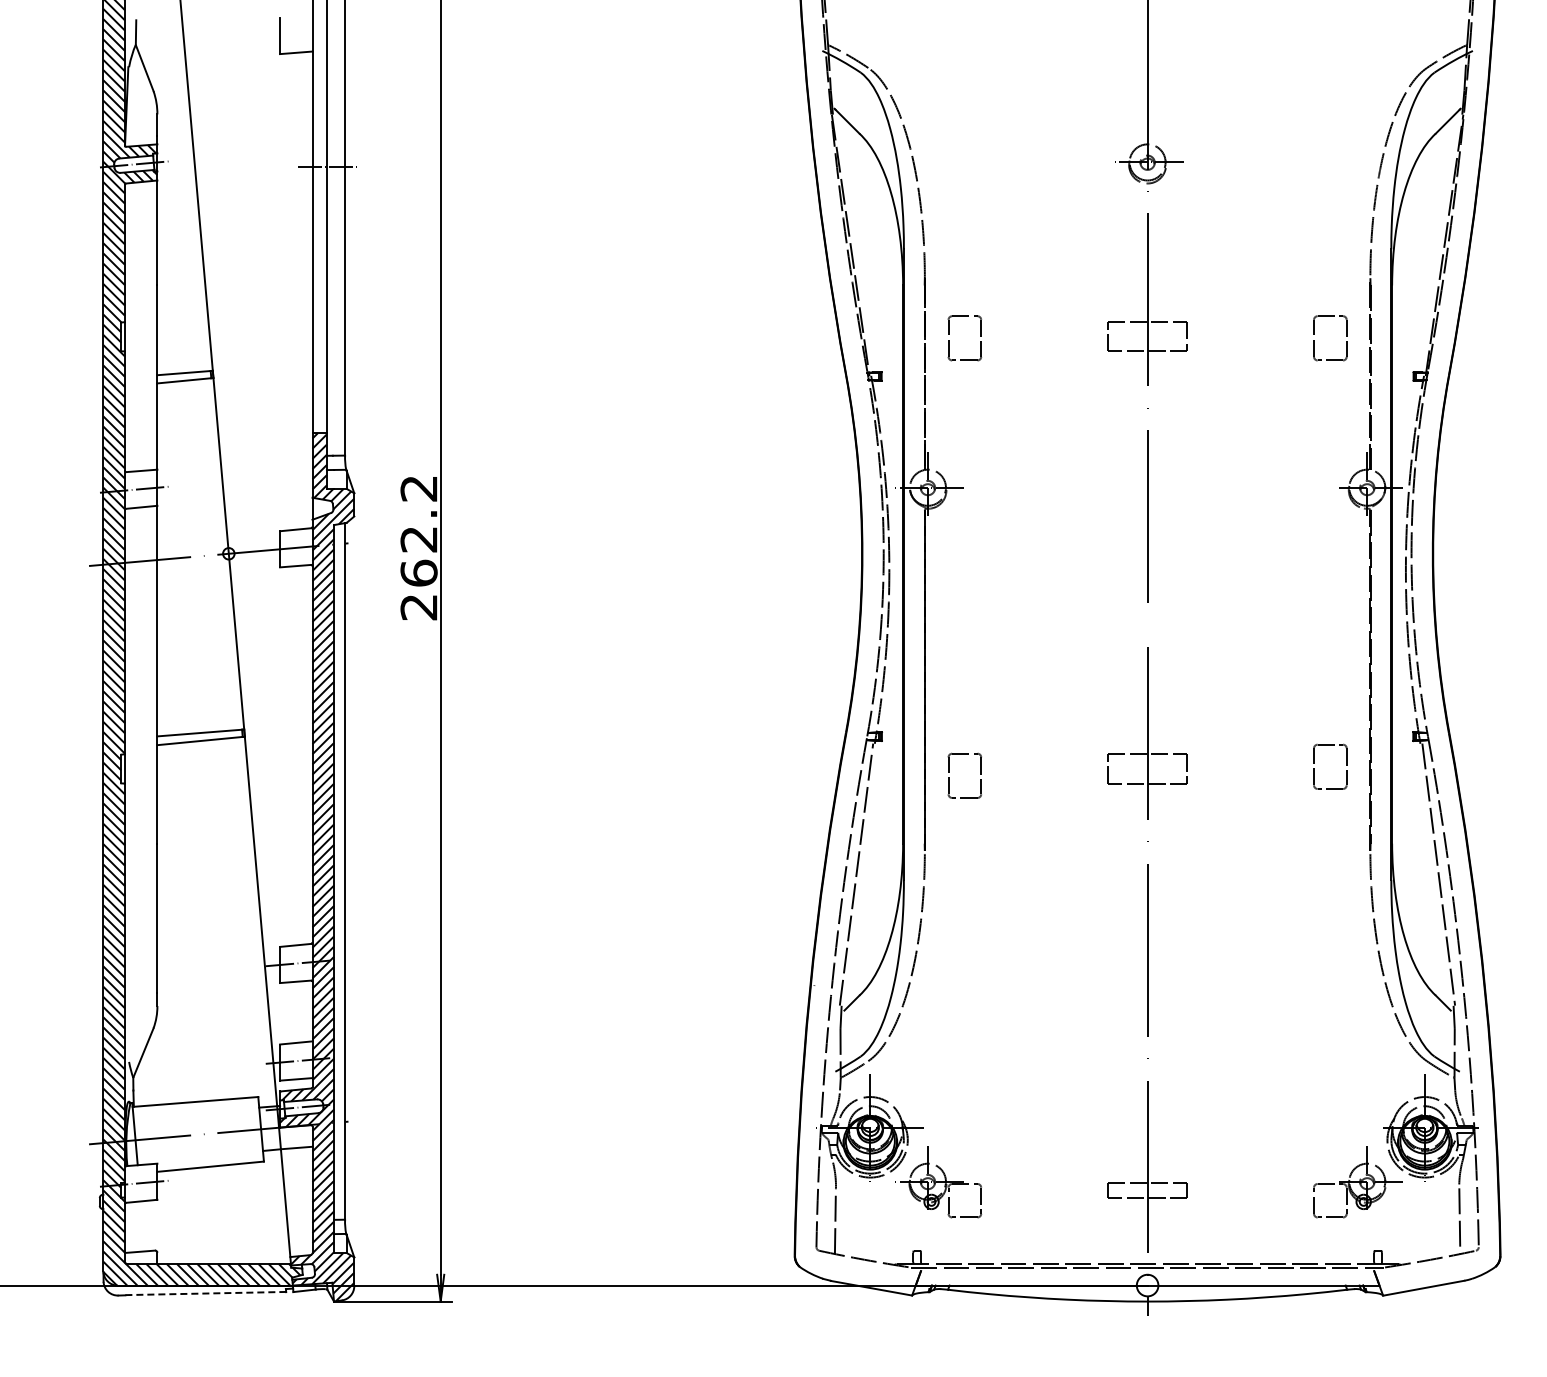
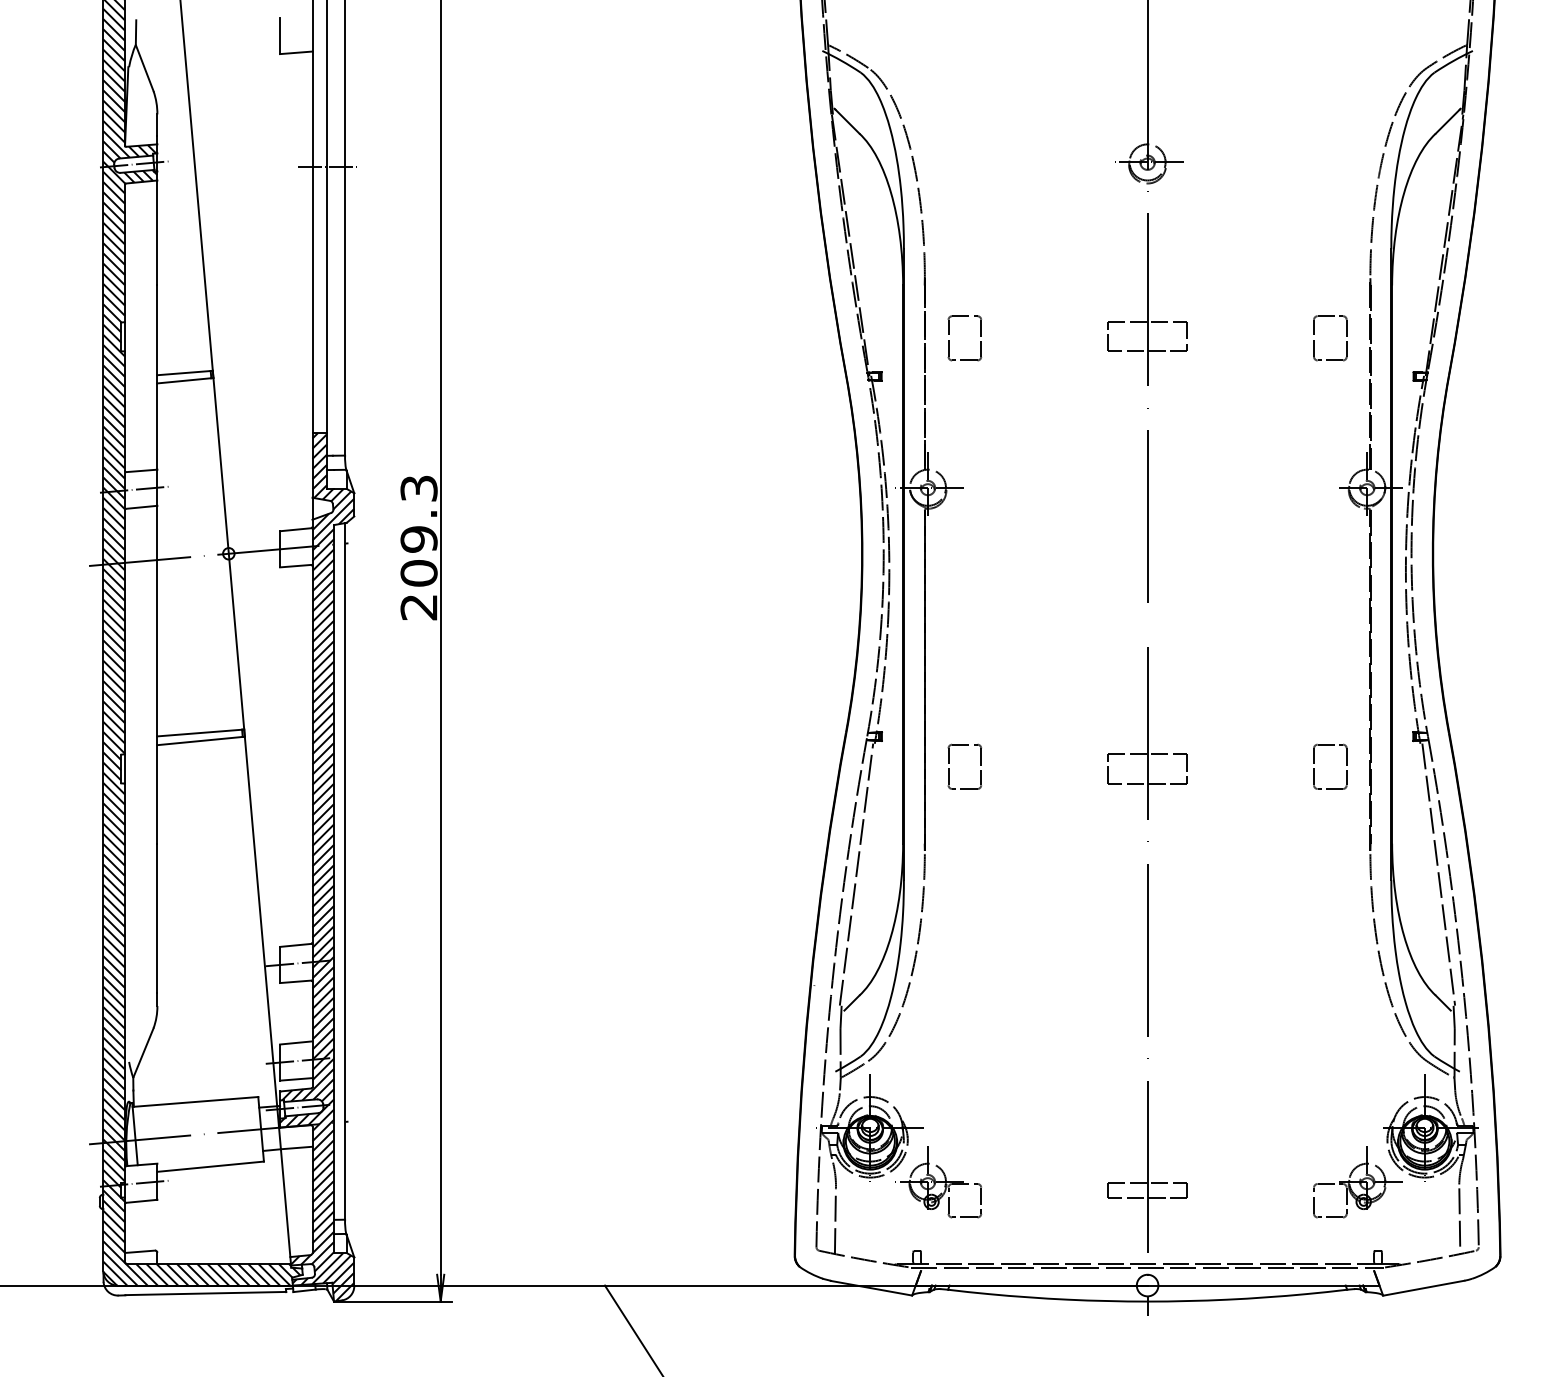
text at (418, 530): 262.2 -> 209.3
part at (949, 777) position: (949, 777) -> (949, 768)
line at (206, 1293): dashed -> solid
line at (632, 1329): none -> present
